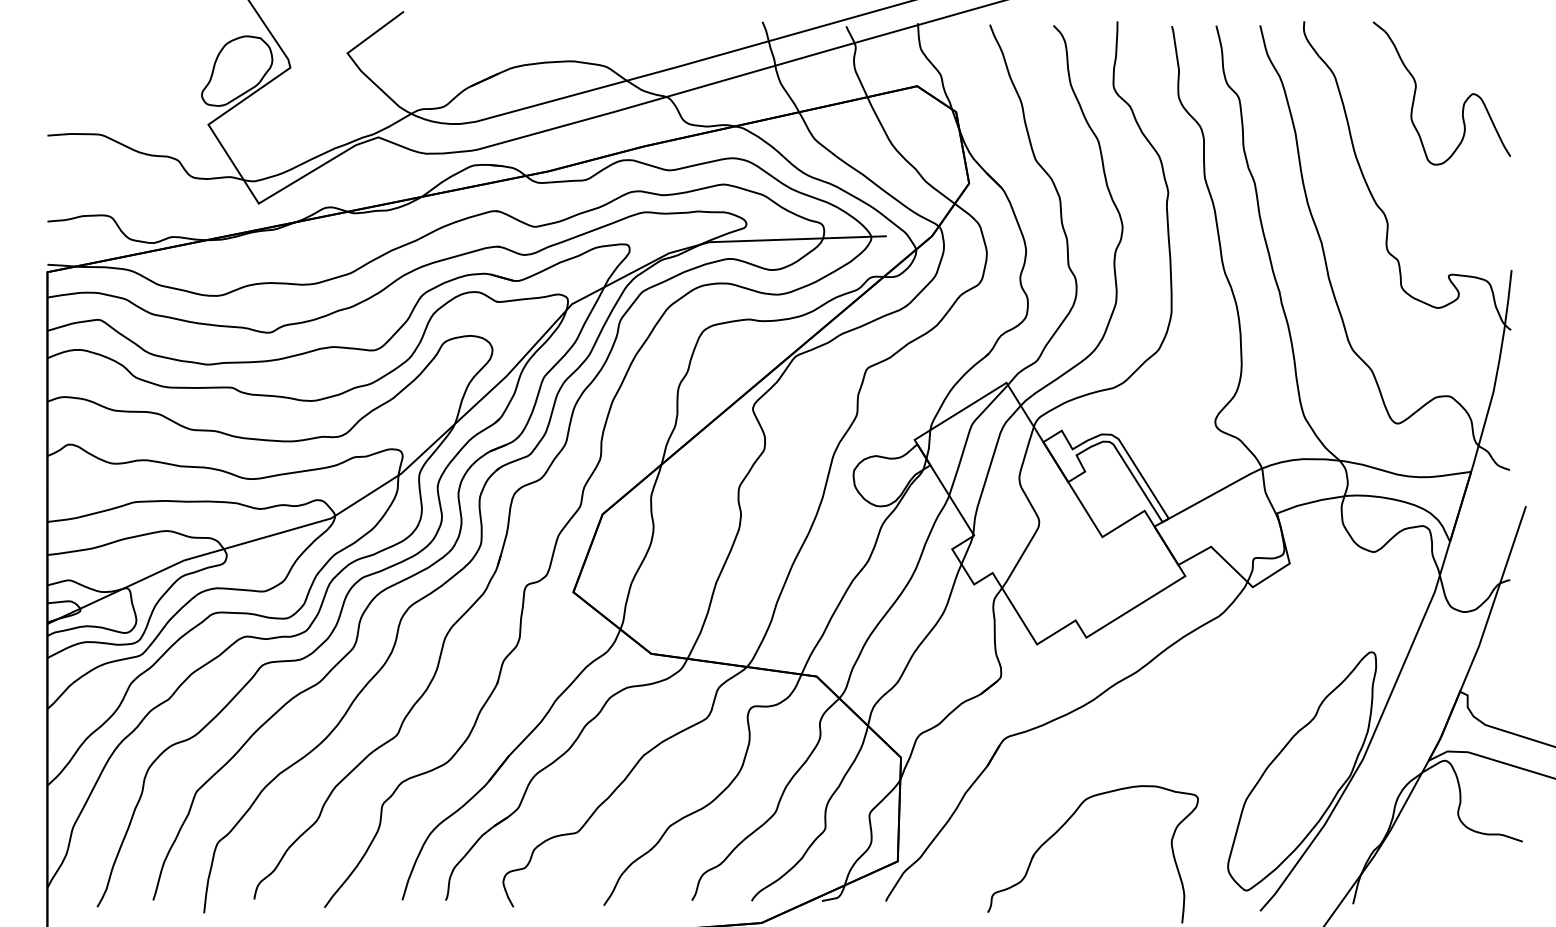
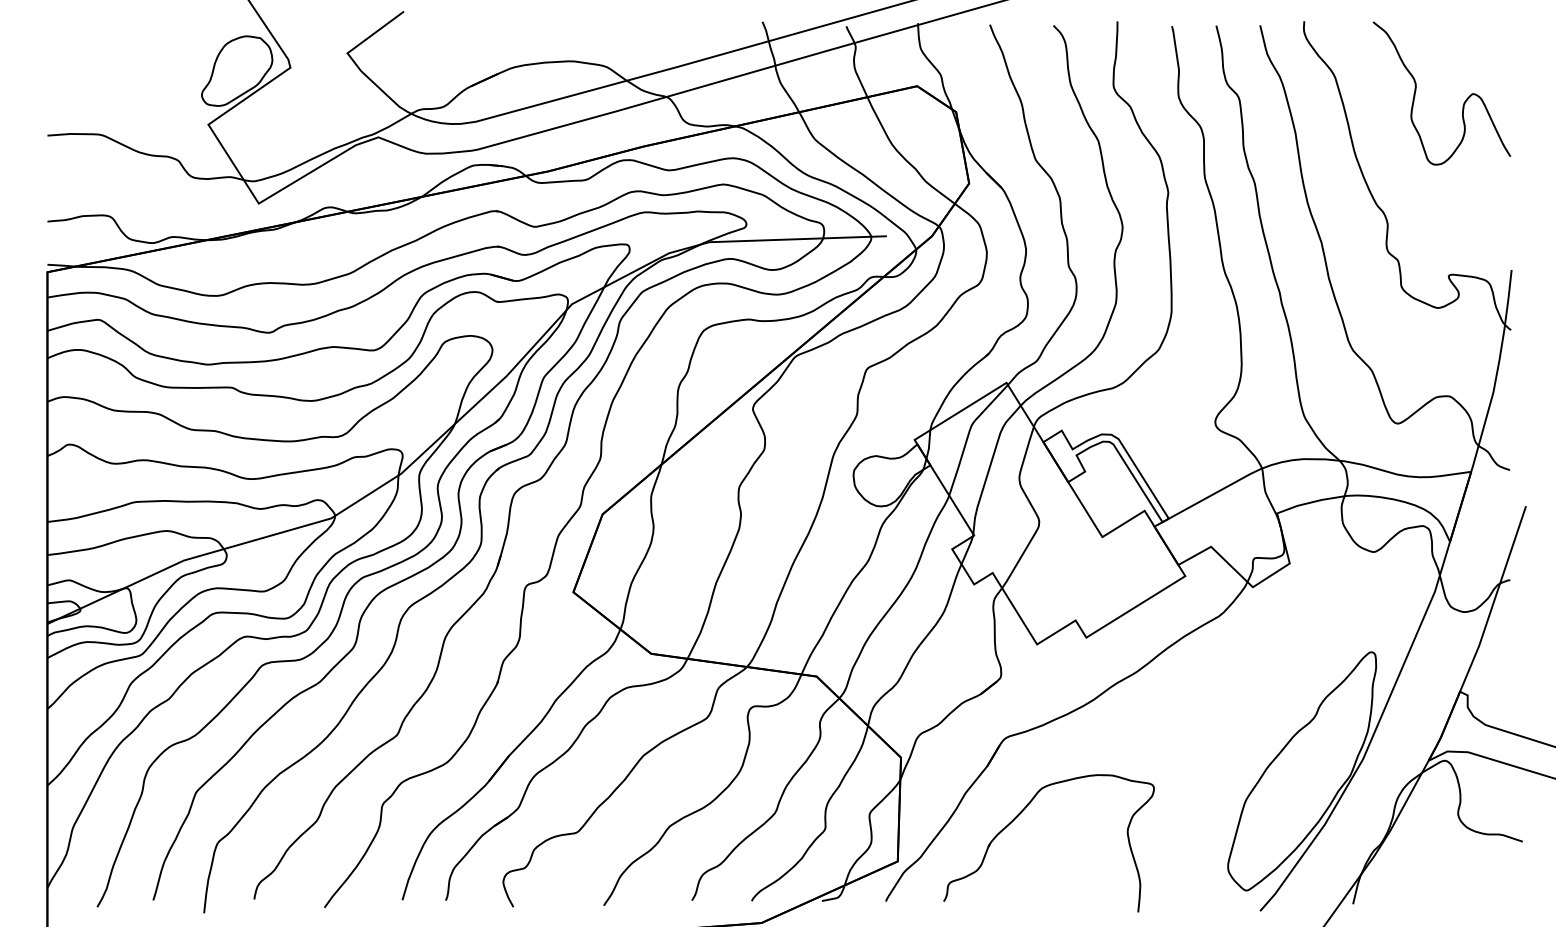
part at (1064, 825) position: (1064, 825) -> (1020, 814)
